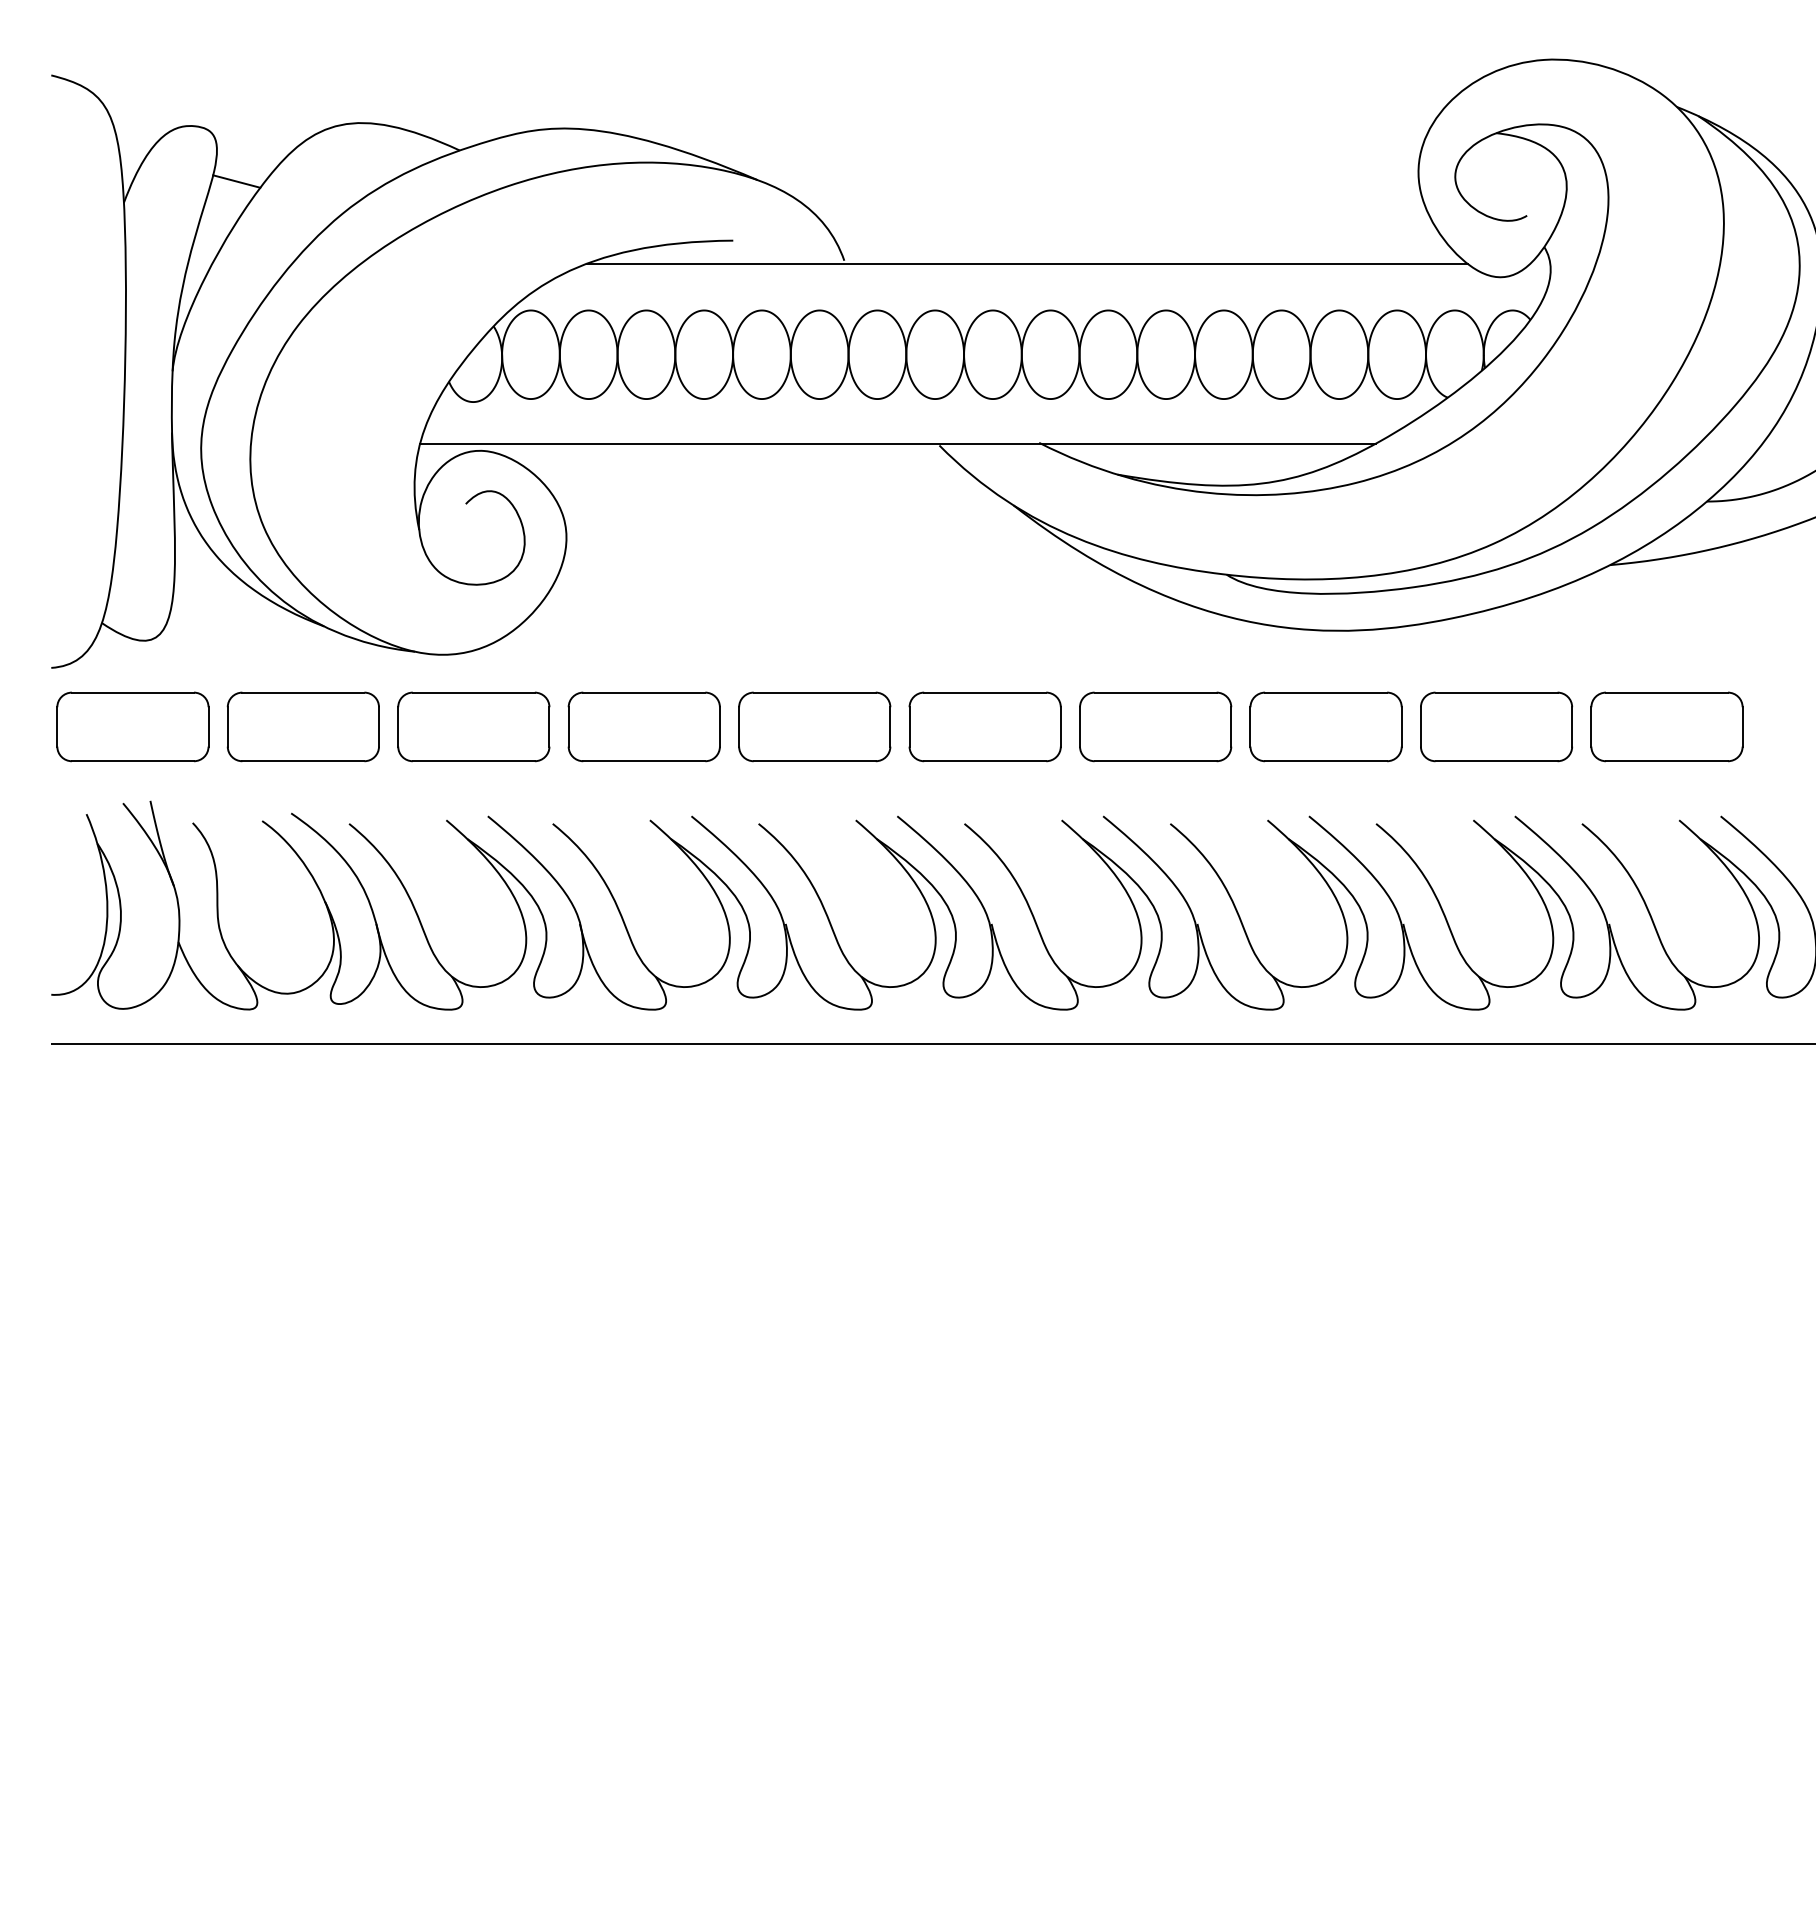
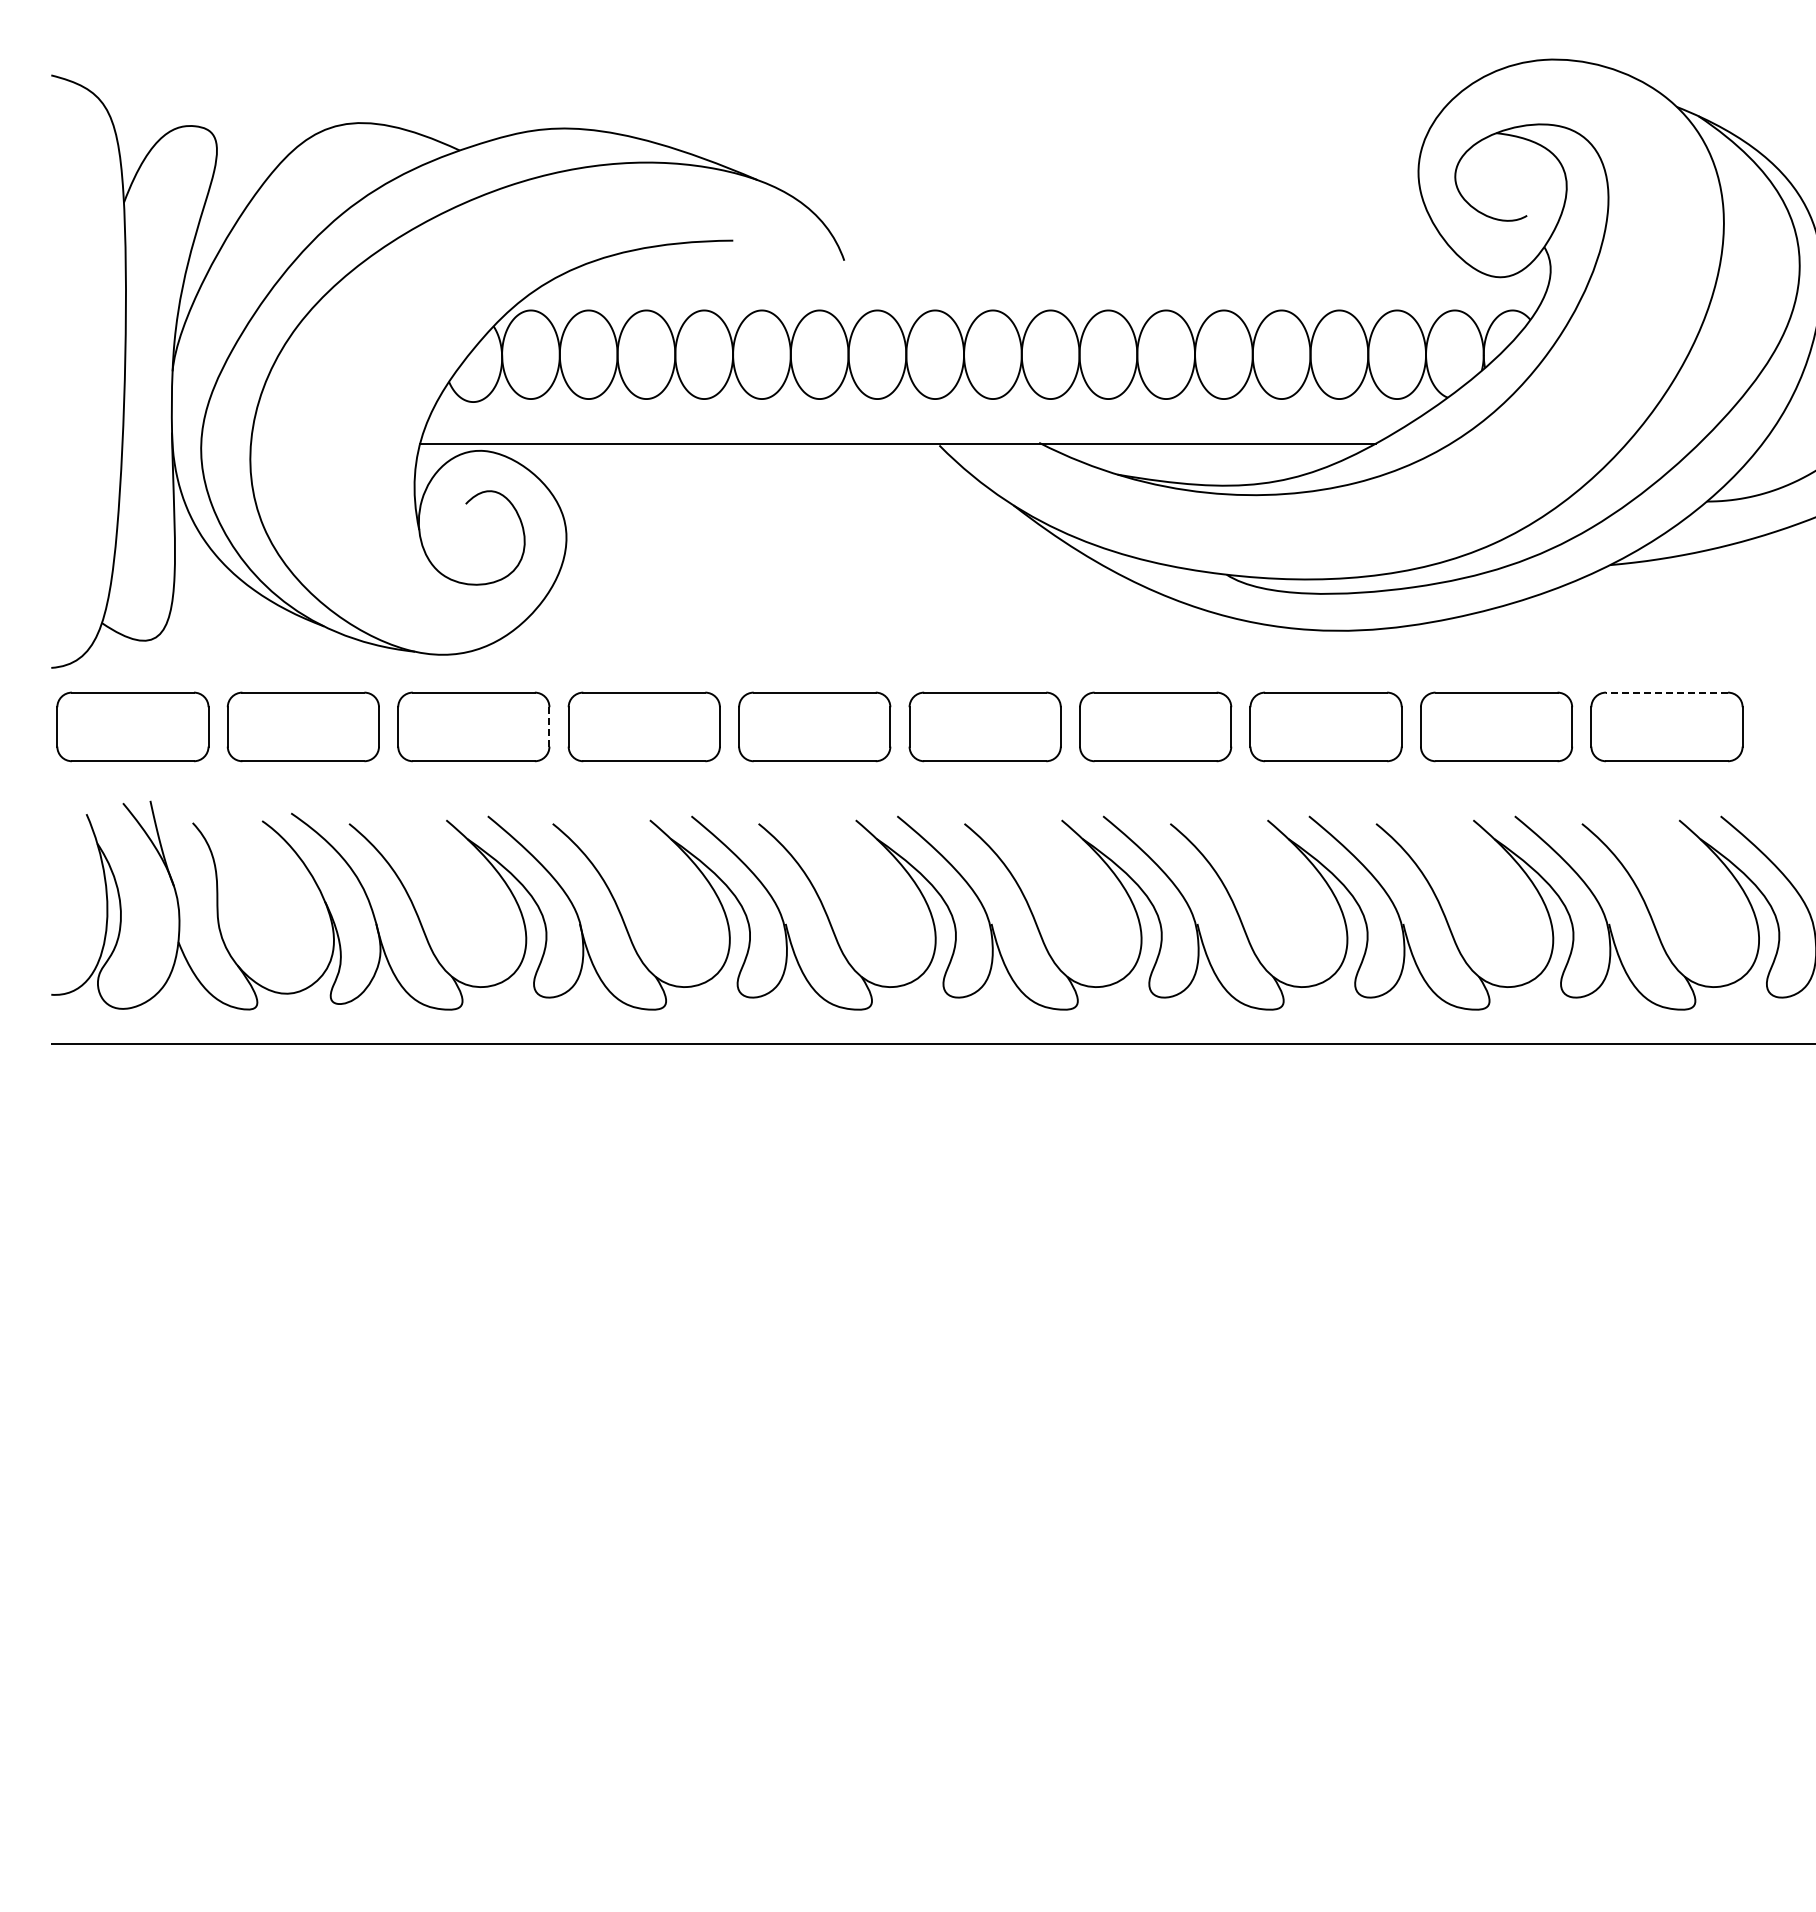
line at (236, 181): present -> none
line at (1026, 263): present -> none
line at (1666, 692): solid -> dashed
line at (549, 726): solid -> dashed
